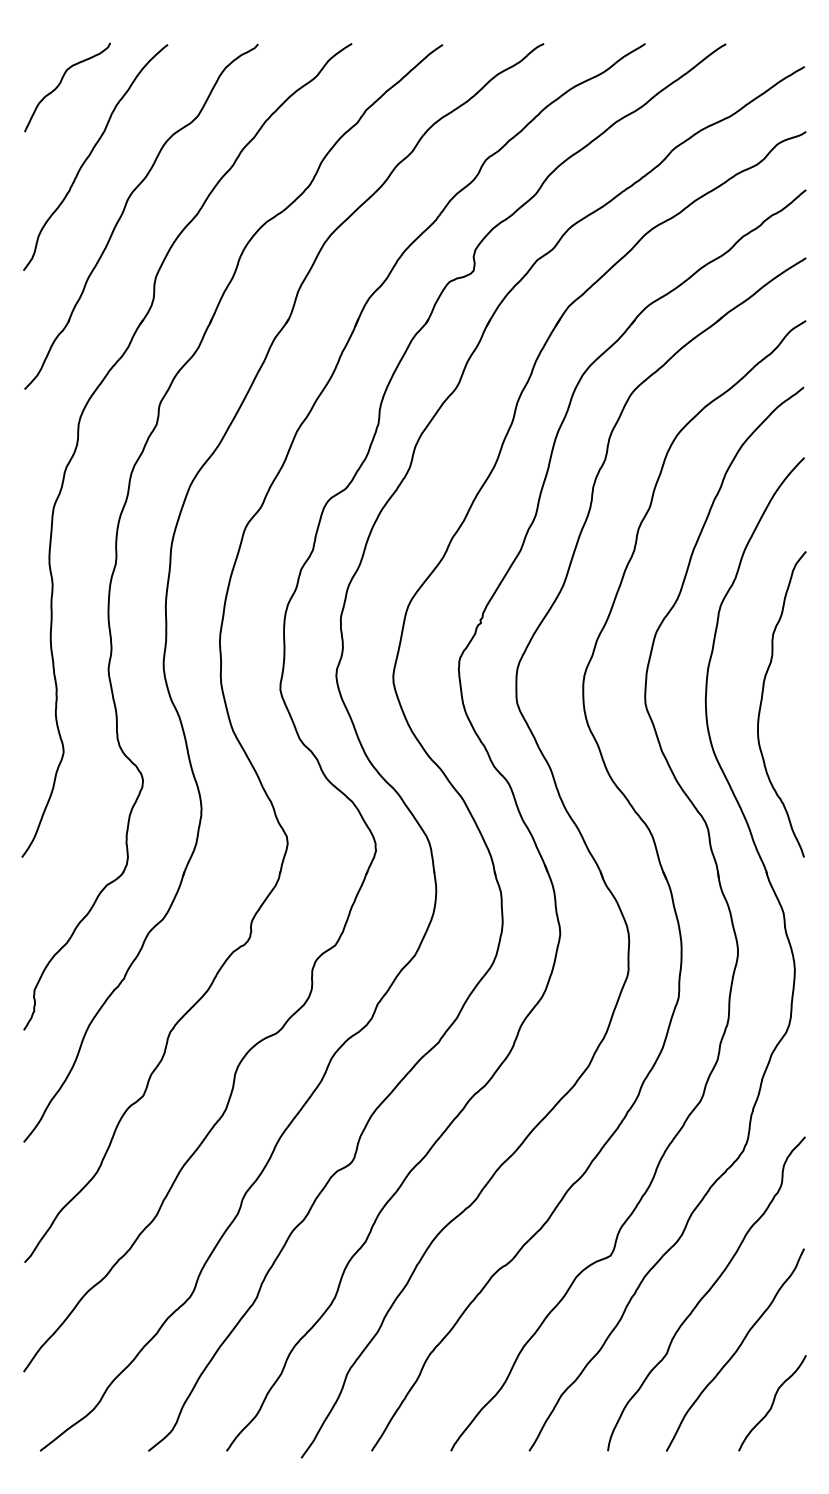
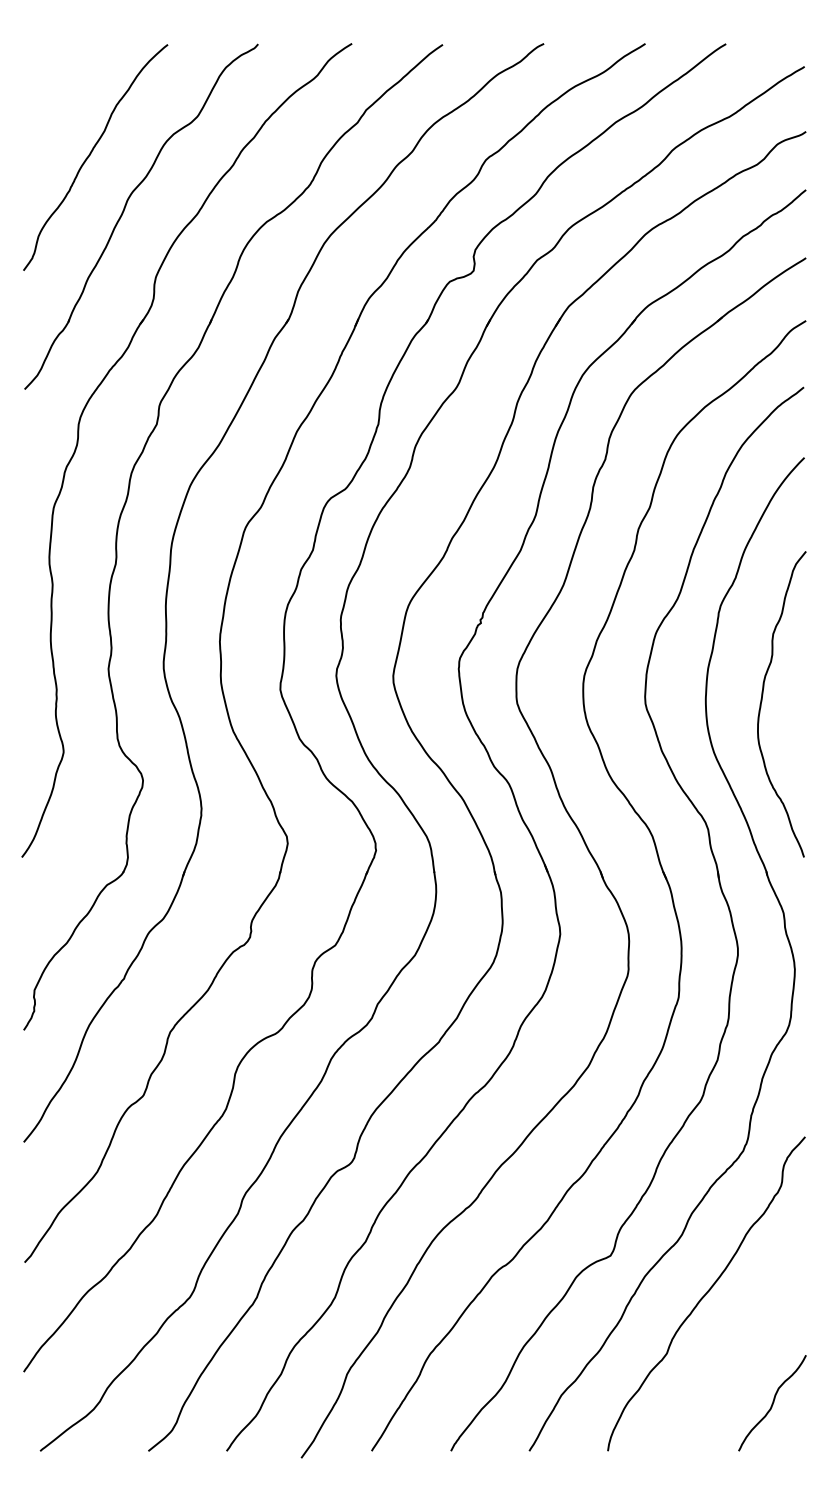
curve at (60, 84): present -> none
curve at (735, 1350): present -> none
